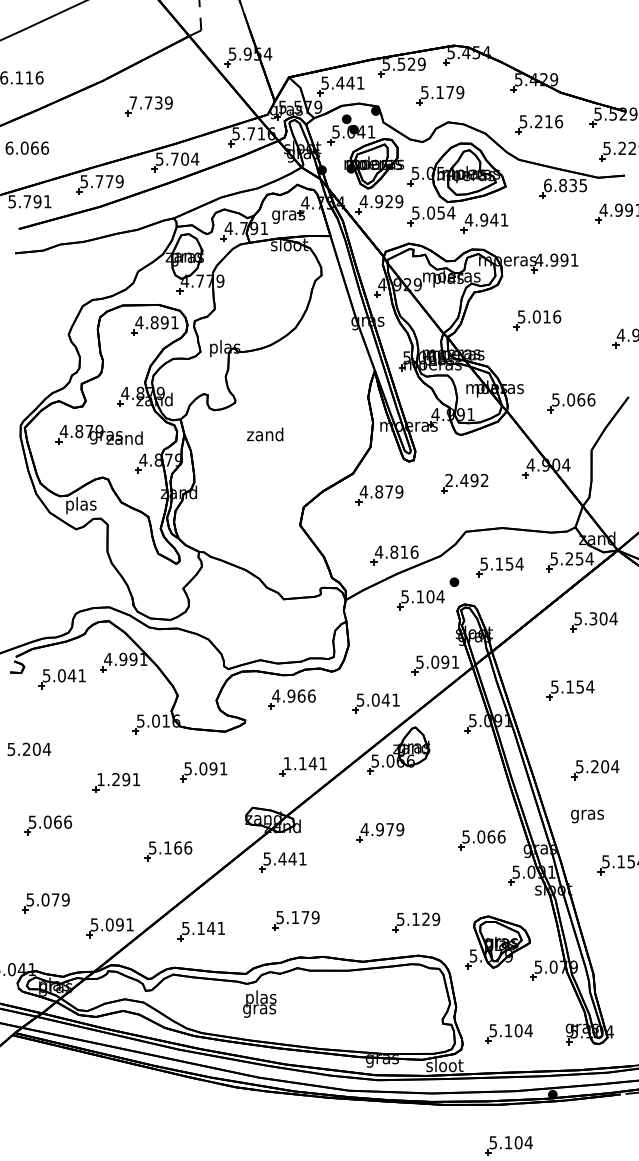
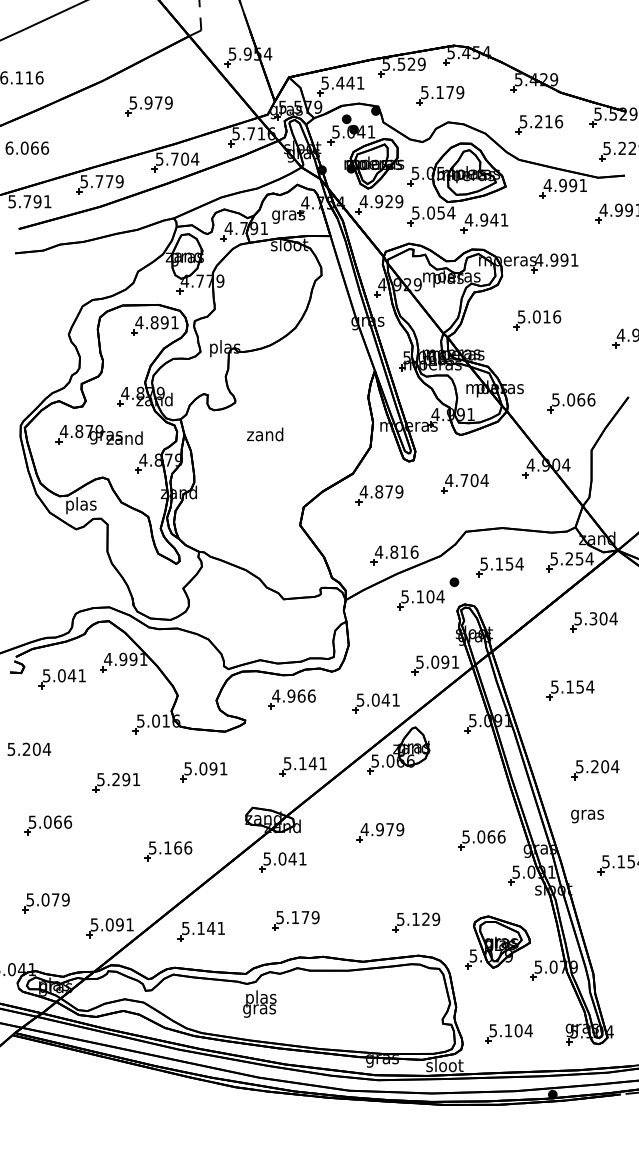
text at (145, 102): 7.739 -> 5.979
text at (564, 185): 6.835 -> 4.991
text at (466, 480): 2.492 -> 4.704
text at (287, 763): 1.141 -> 5.141
text at (100, 779): 1.291 -> 5.291
text at (282, 858): 5.441 -> 5.041
part at (508, 1145): present -> none
